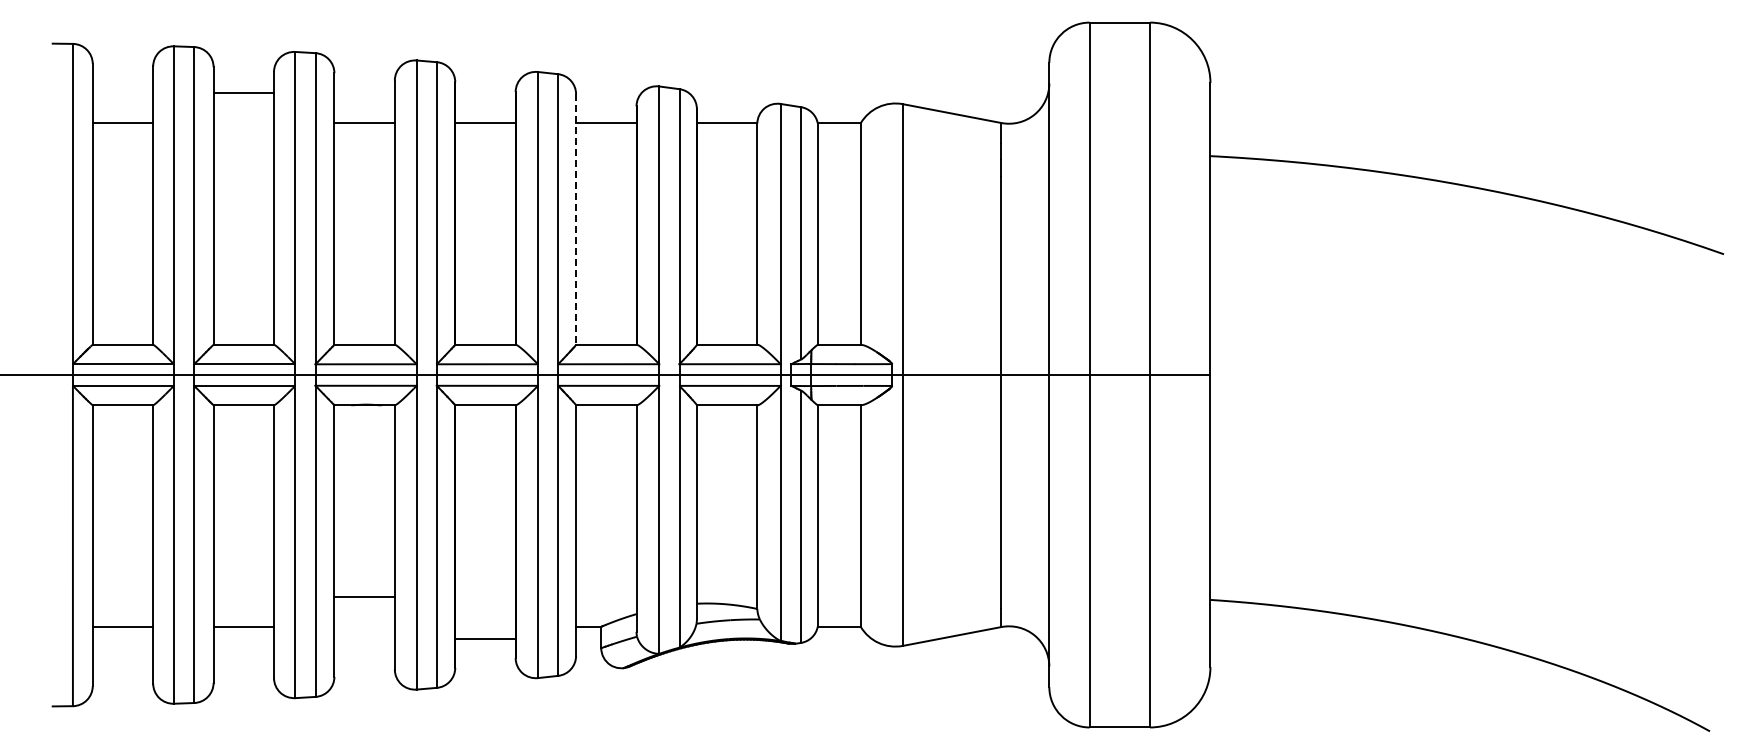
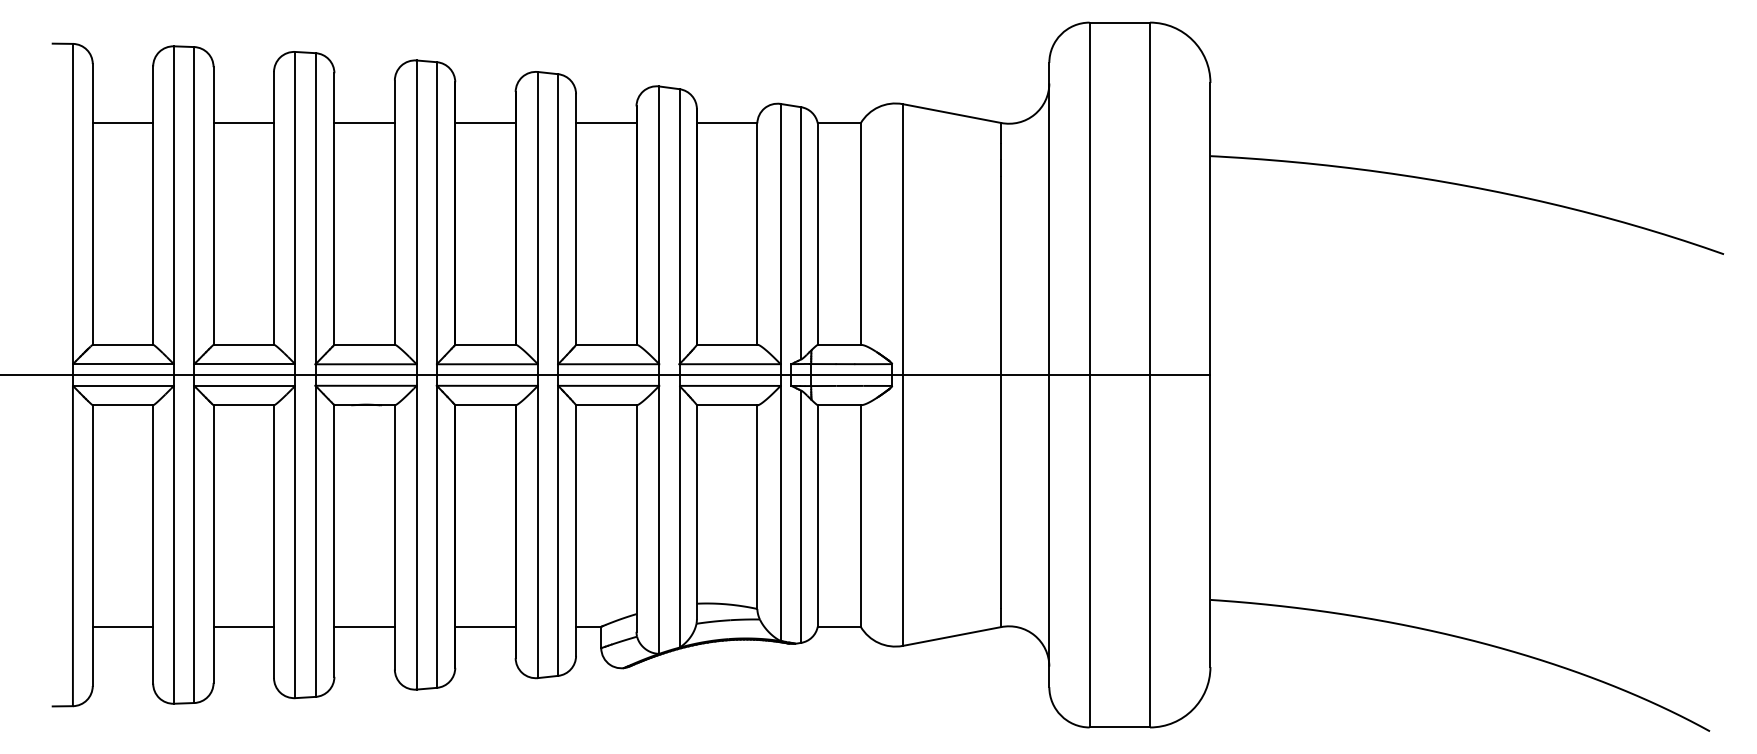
line at (243, 93) position: (243, 93) -> (243, 123)
line at (576, 220): dashed -> solid
line at (364, 596) position: (364, 596) -> (364, 626)
line at (485, 638) position: (485, 638) -> (485, 626)
